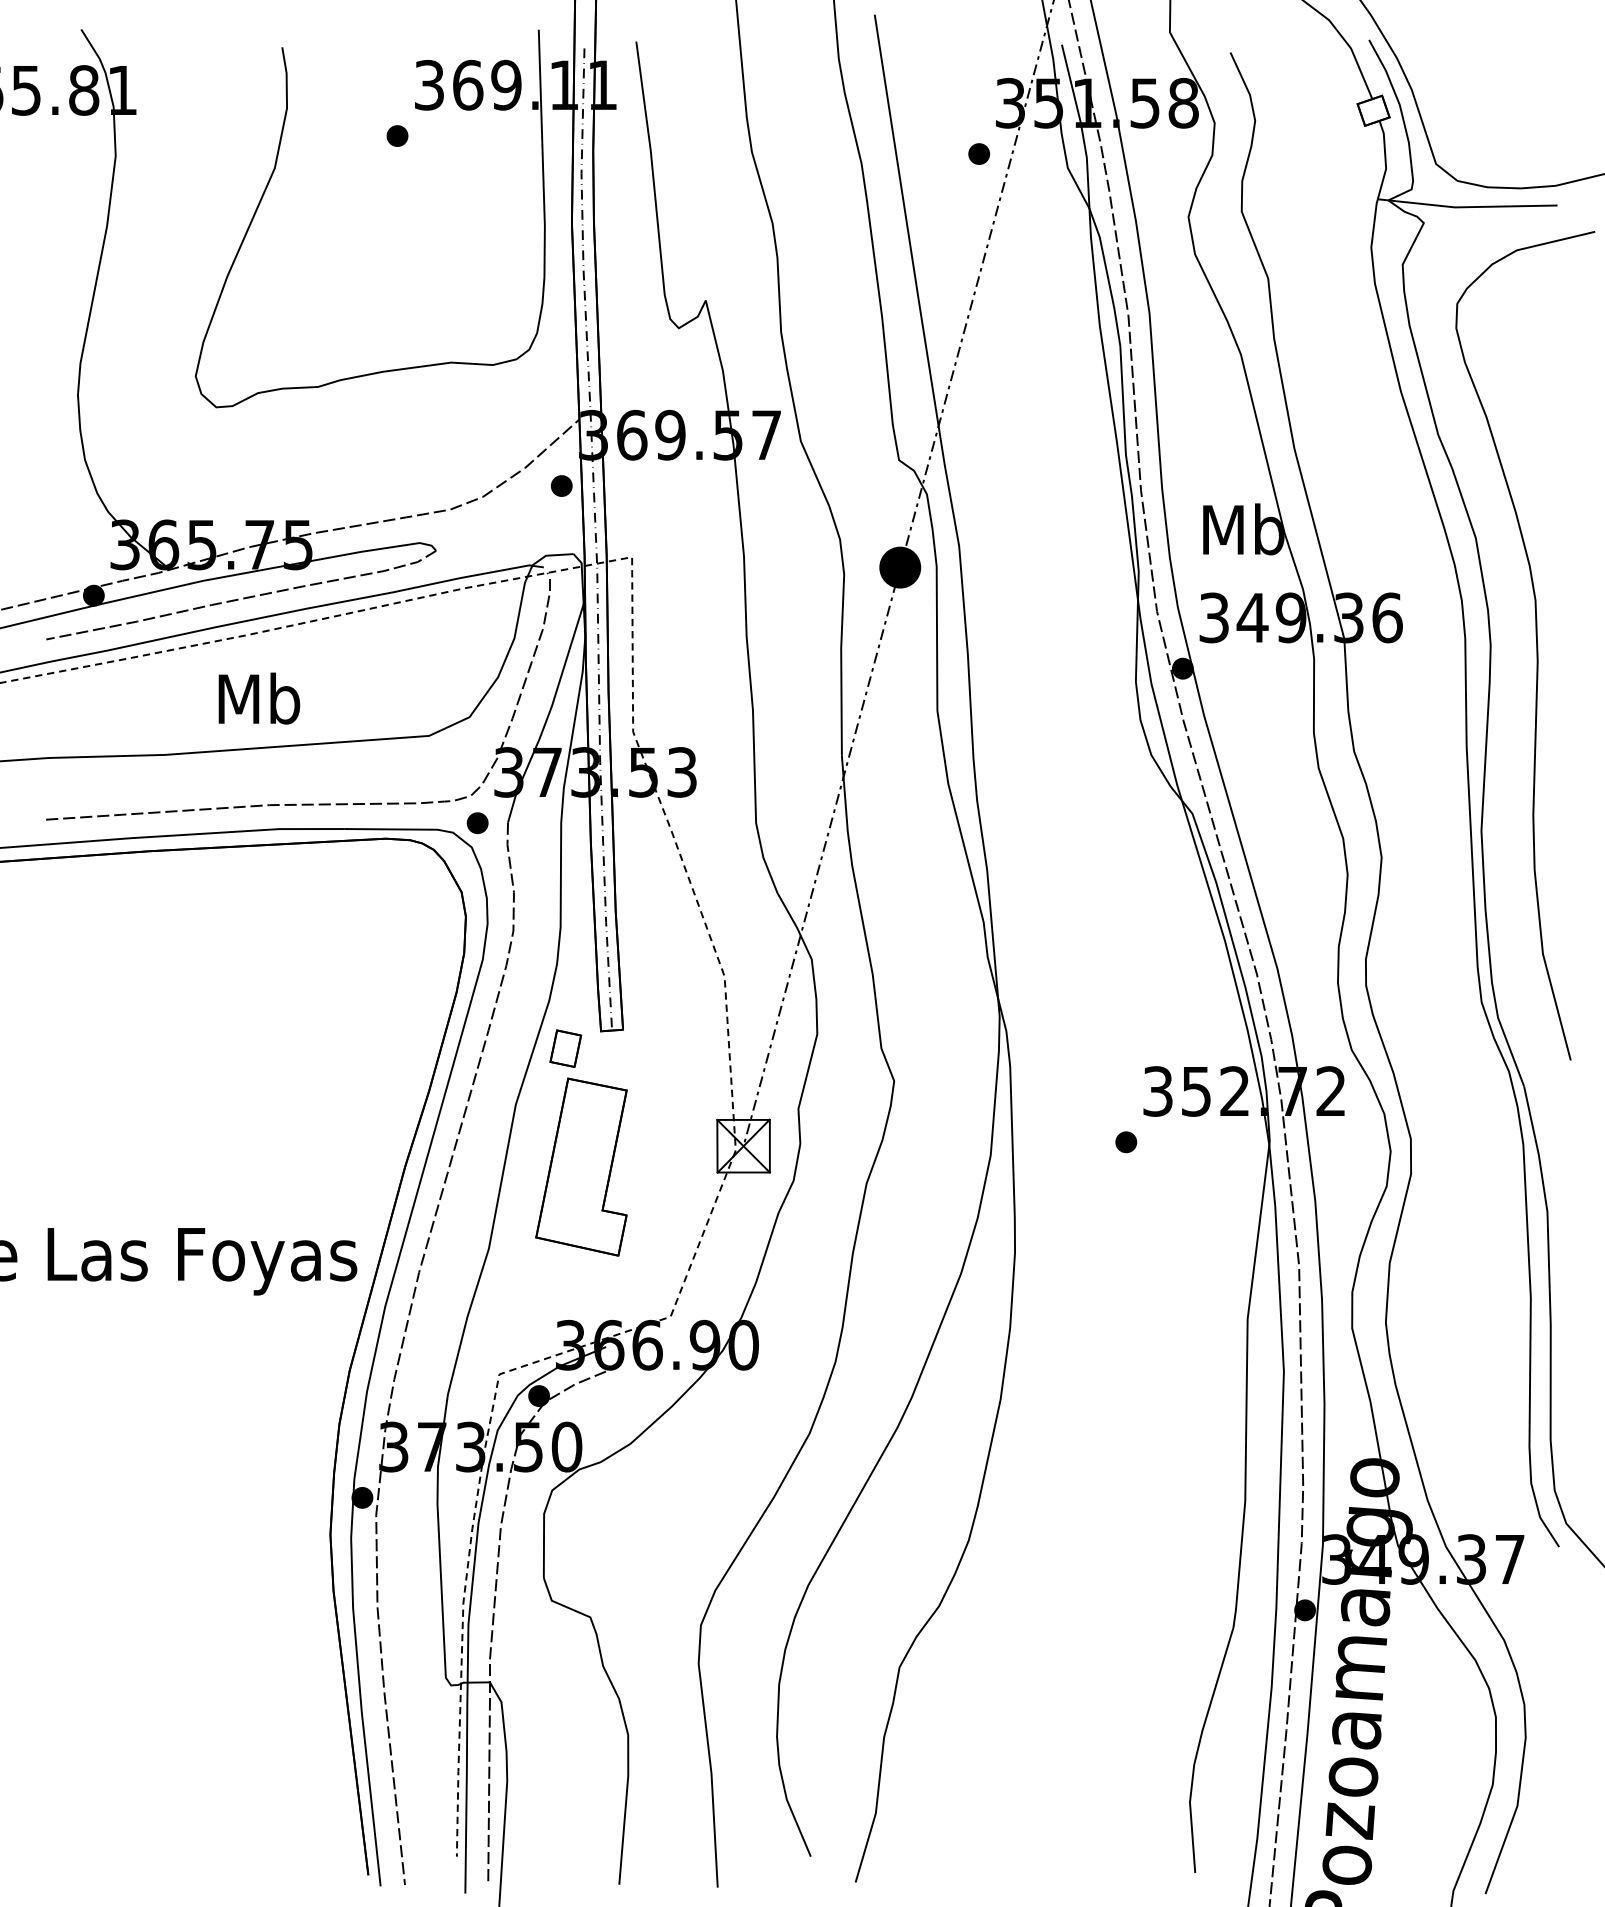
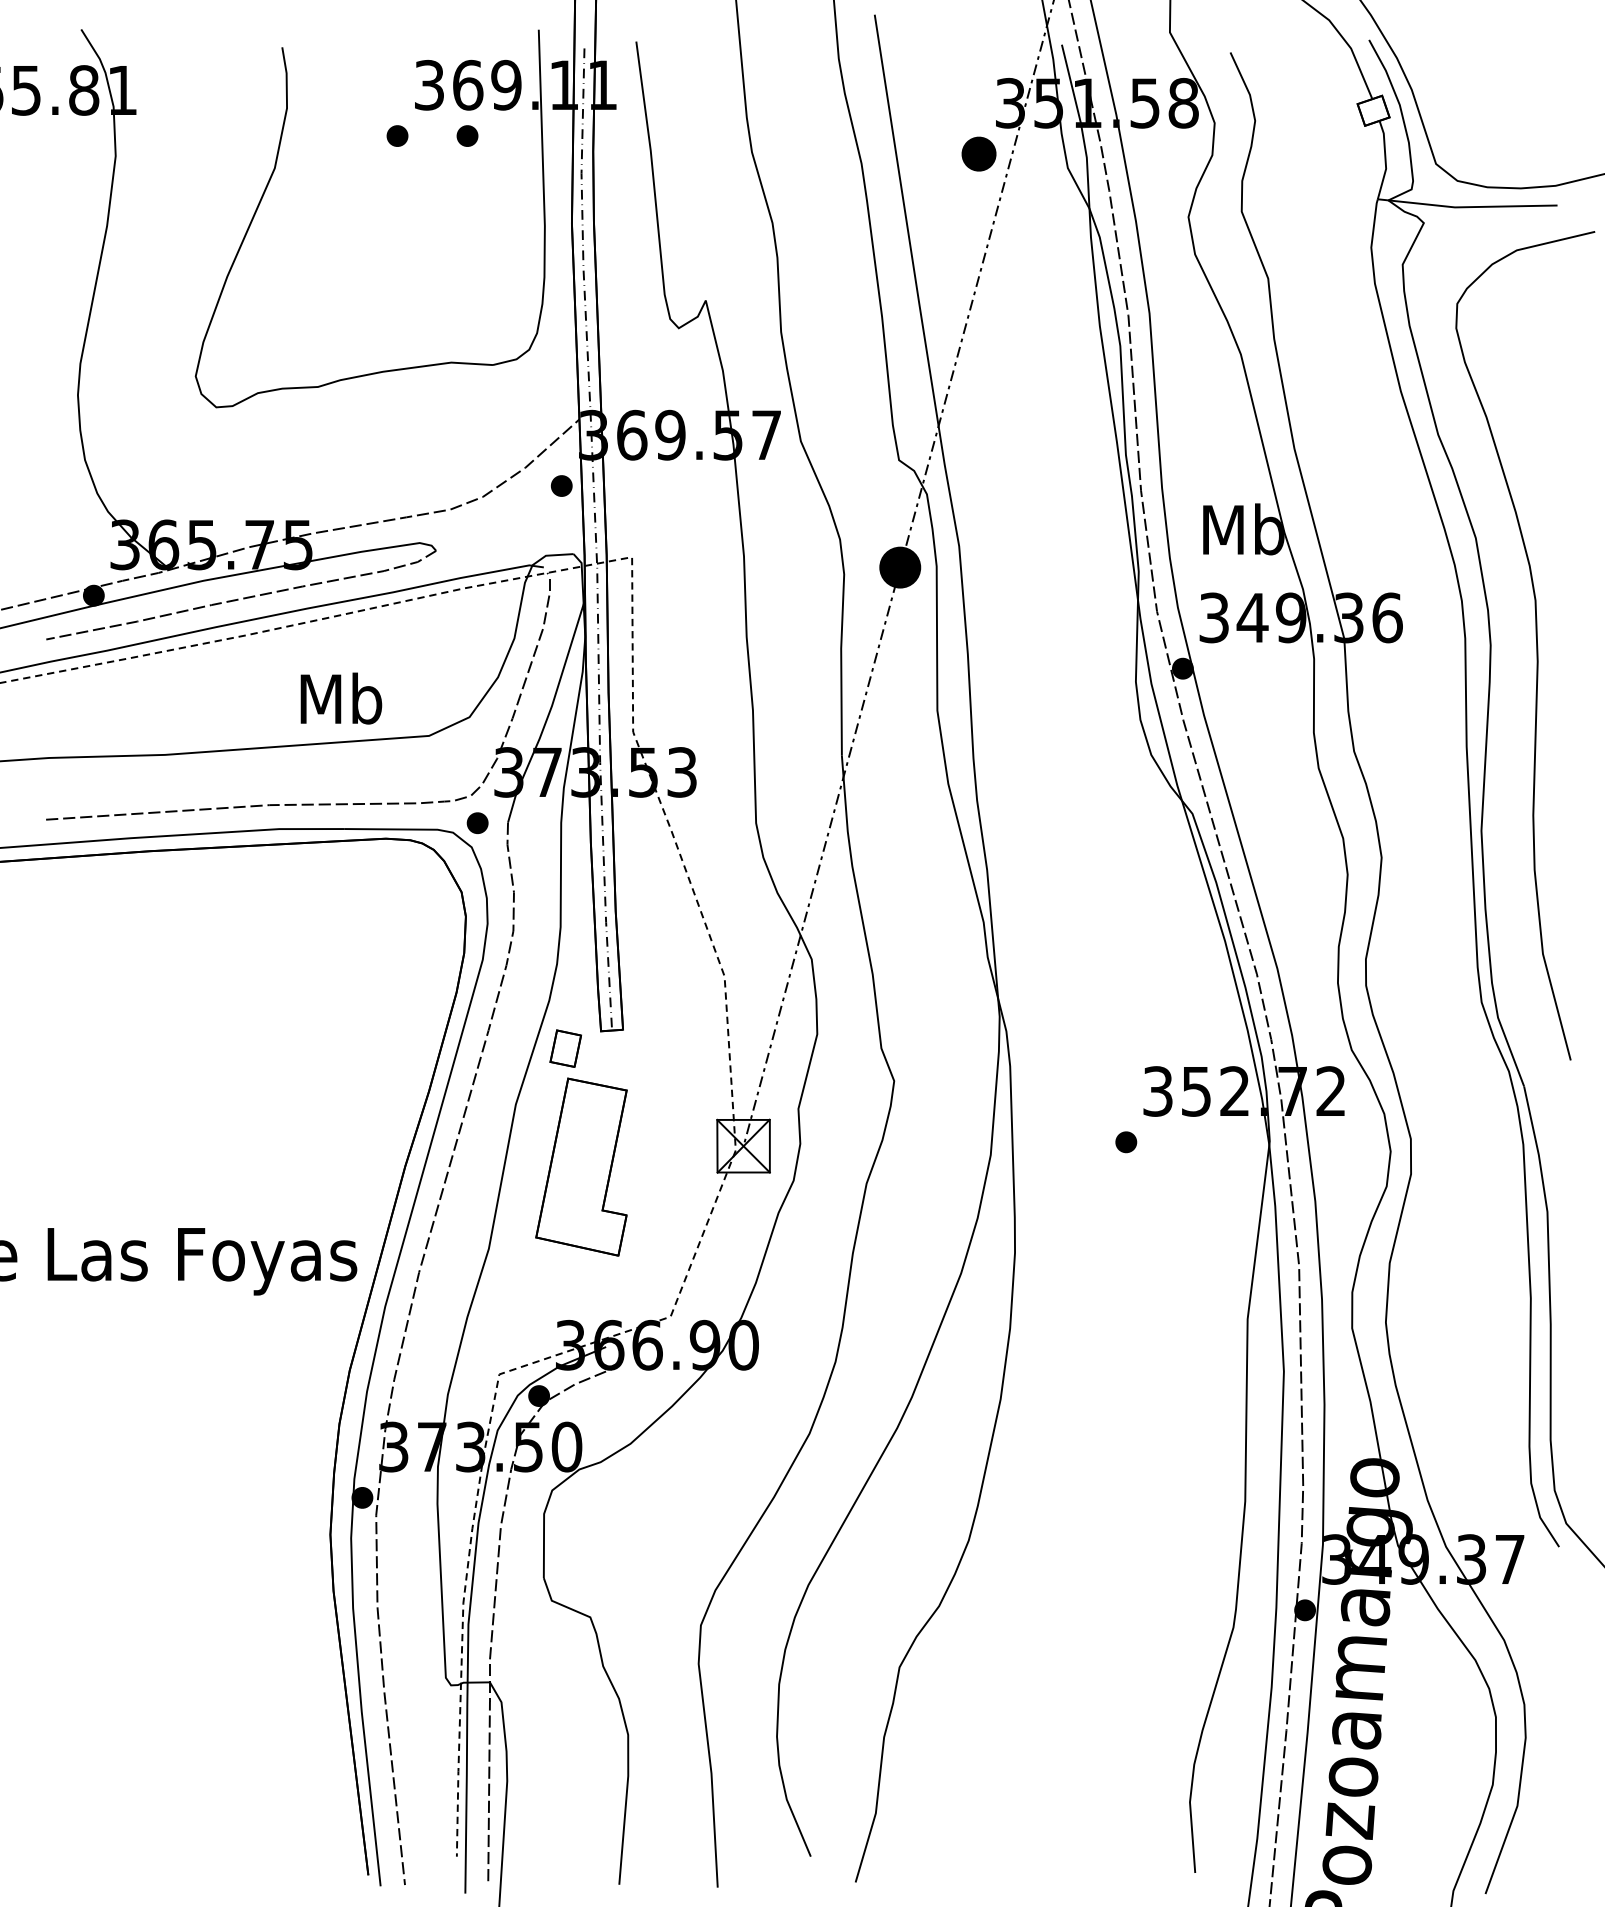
part at (467, 135): none -> present
part at (979, 153) size: 23x22 px -> 36x36 px
text at (259, 698) position: (259, 698) -> (341, 698)
